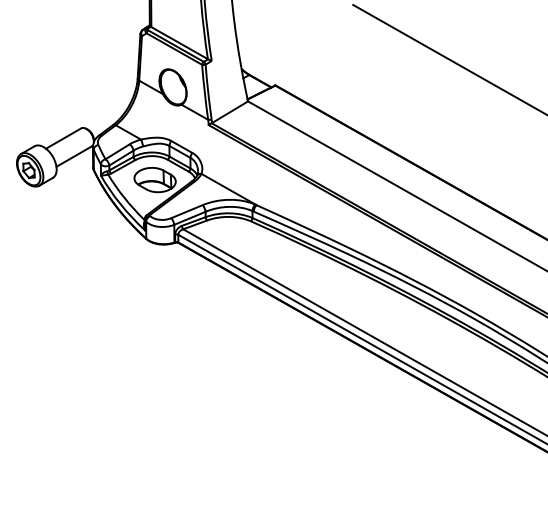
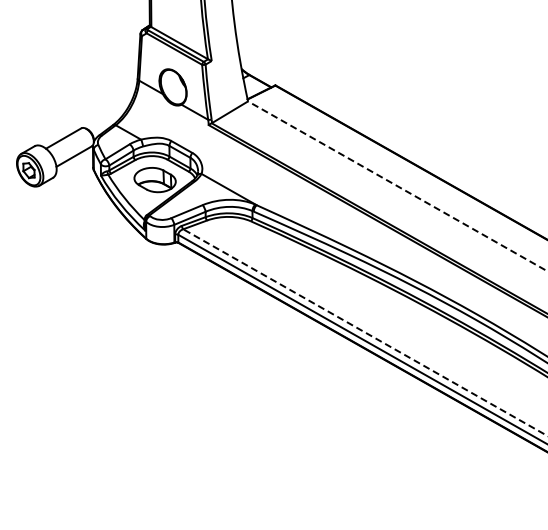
line at (448, 58): present -> none
line at (397, 186): solid -> dashed
line at (365, 332): solid -> dashed
